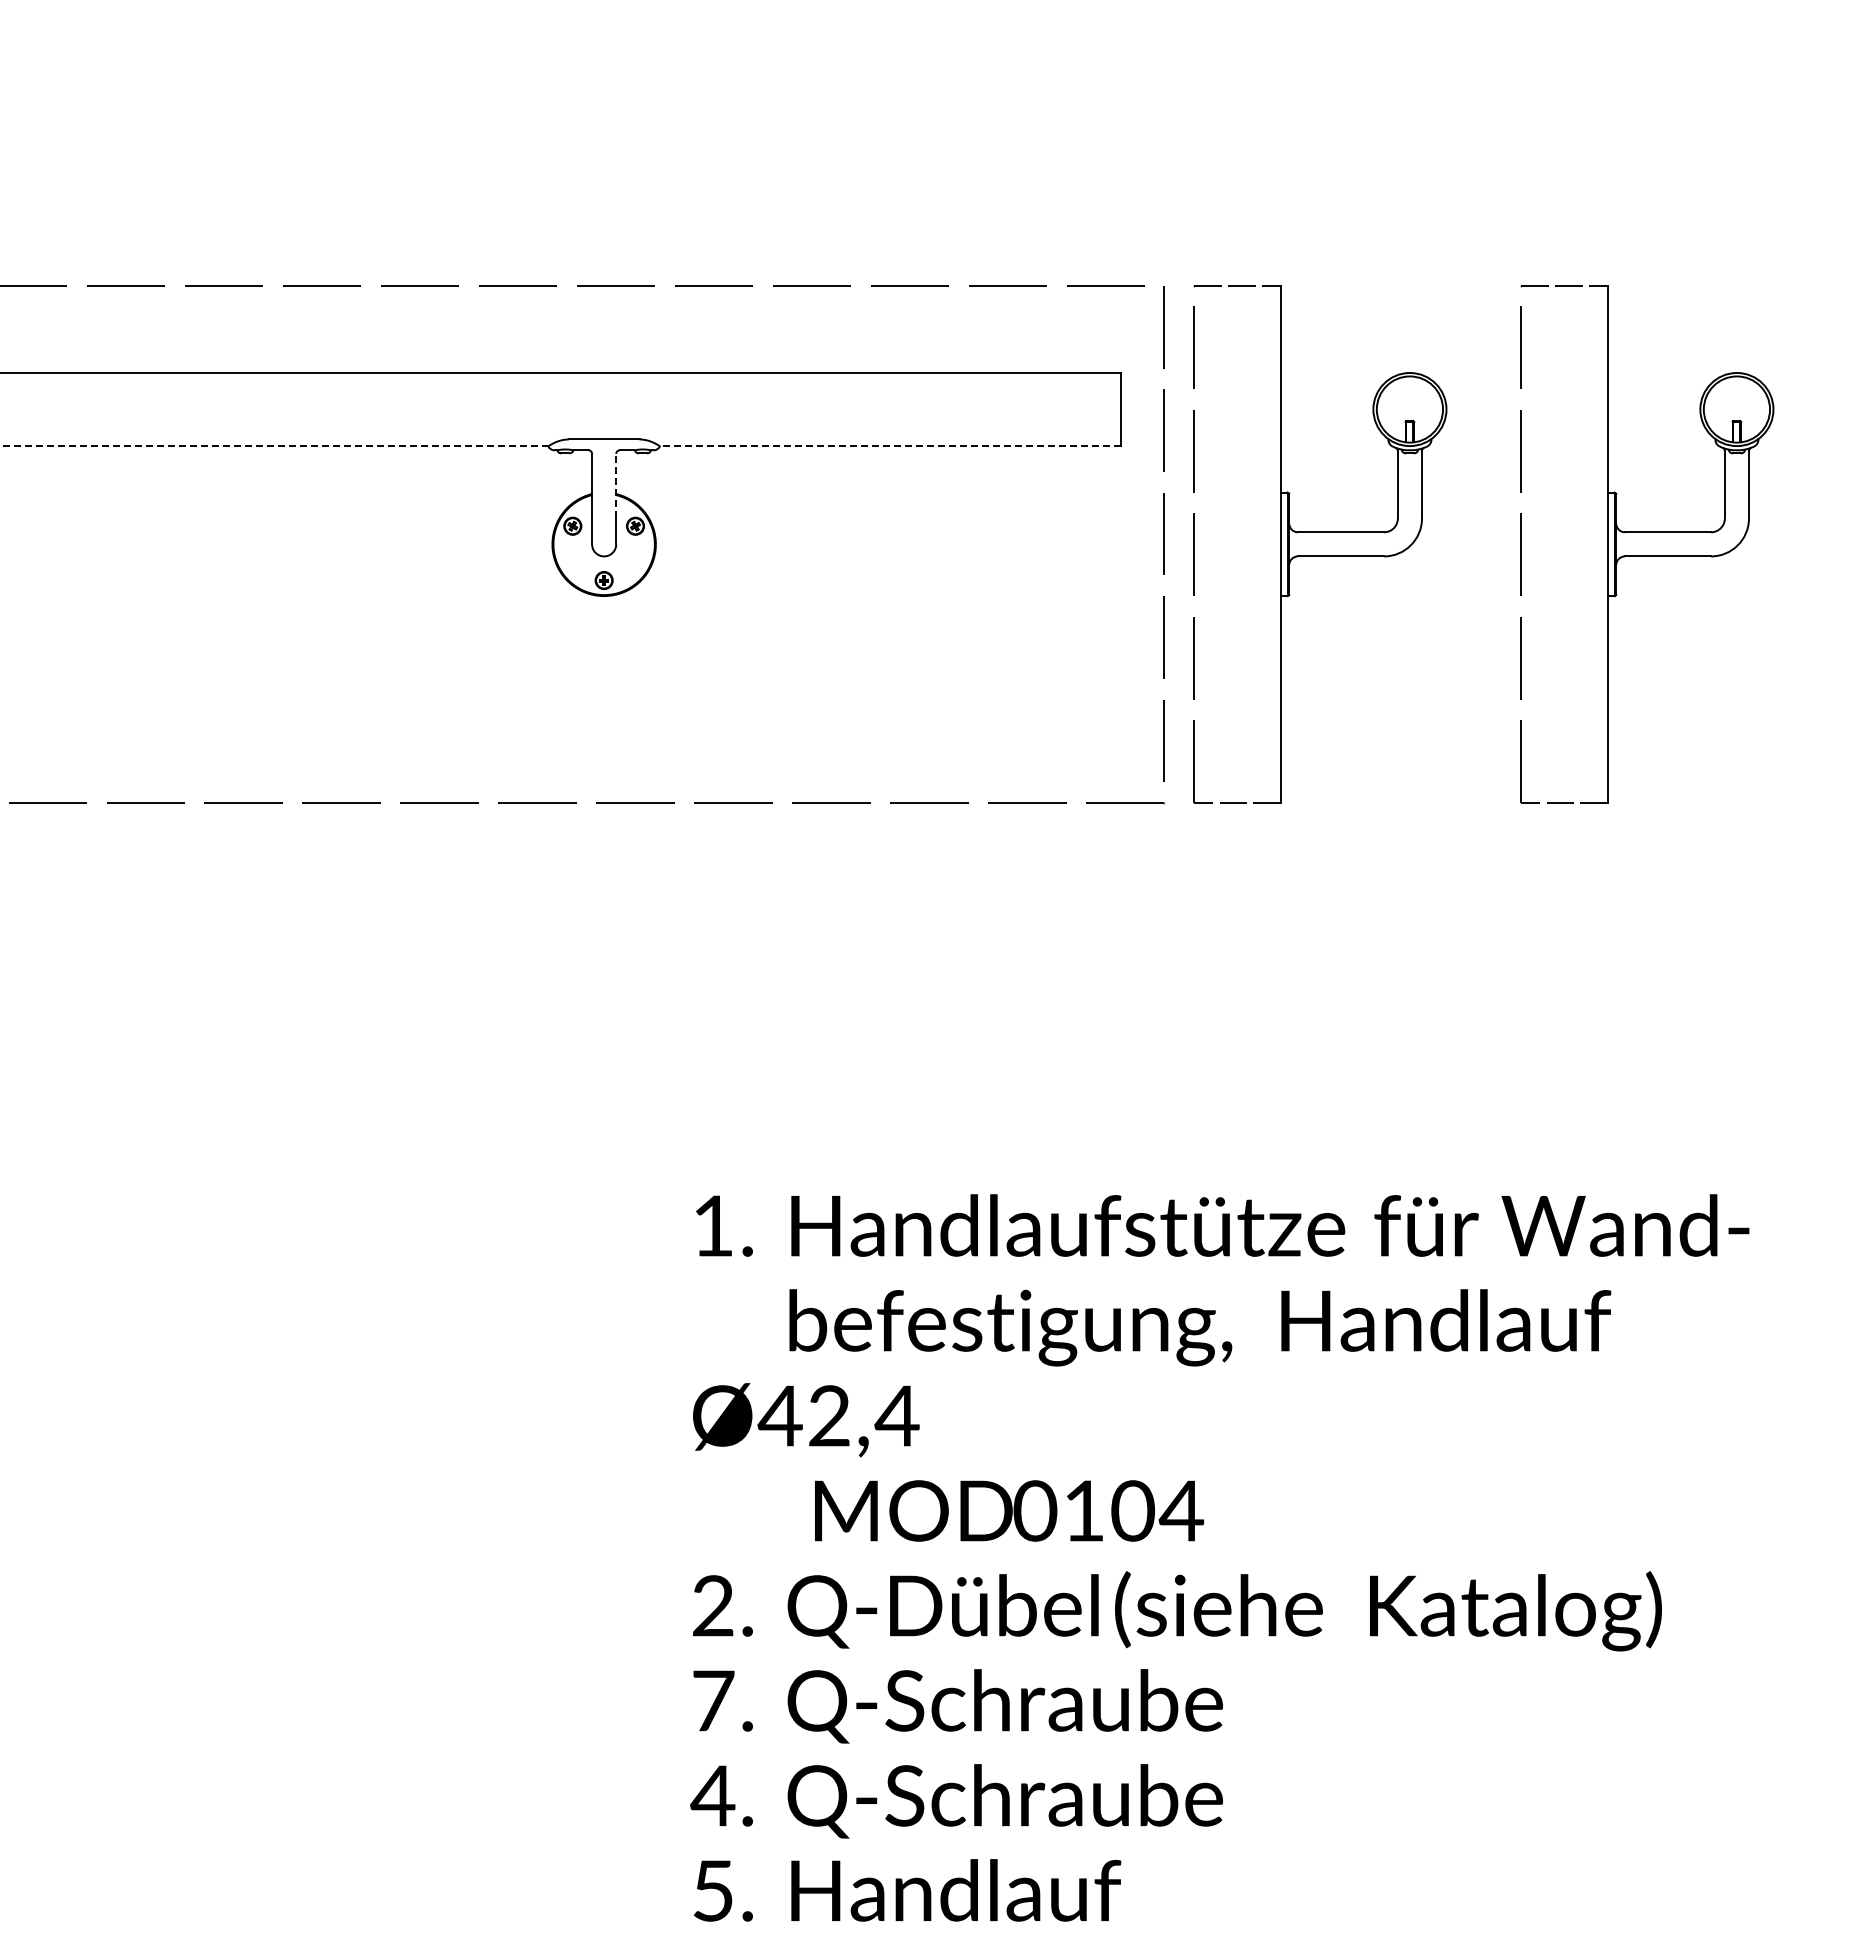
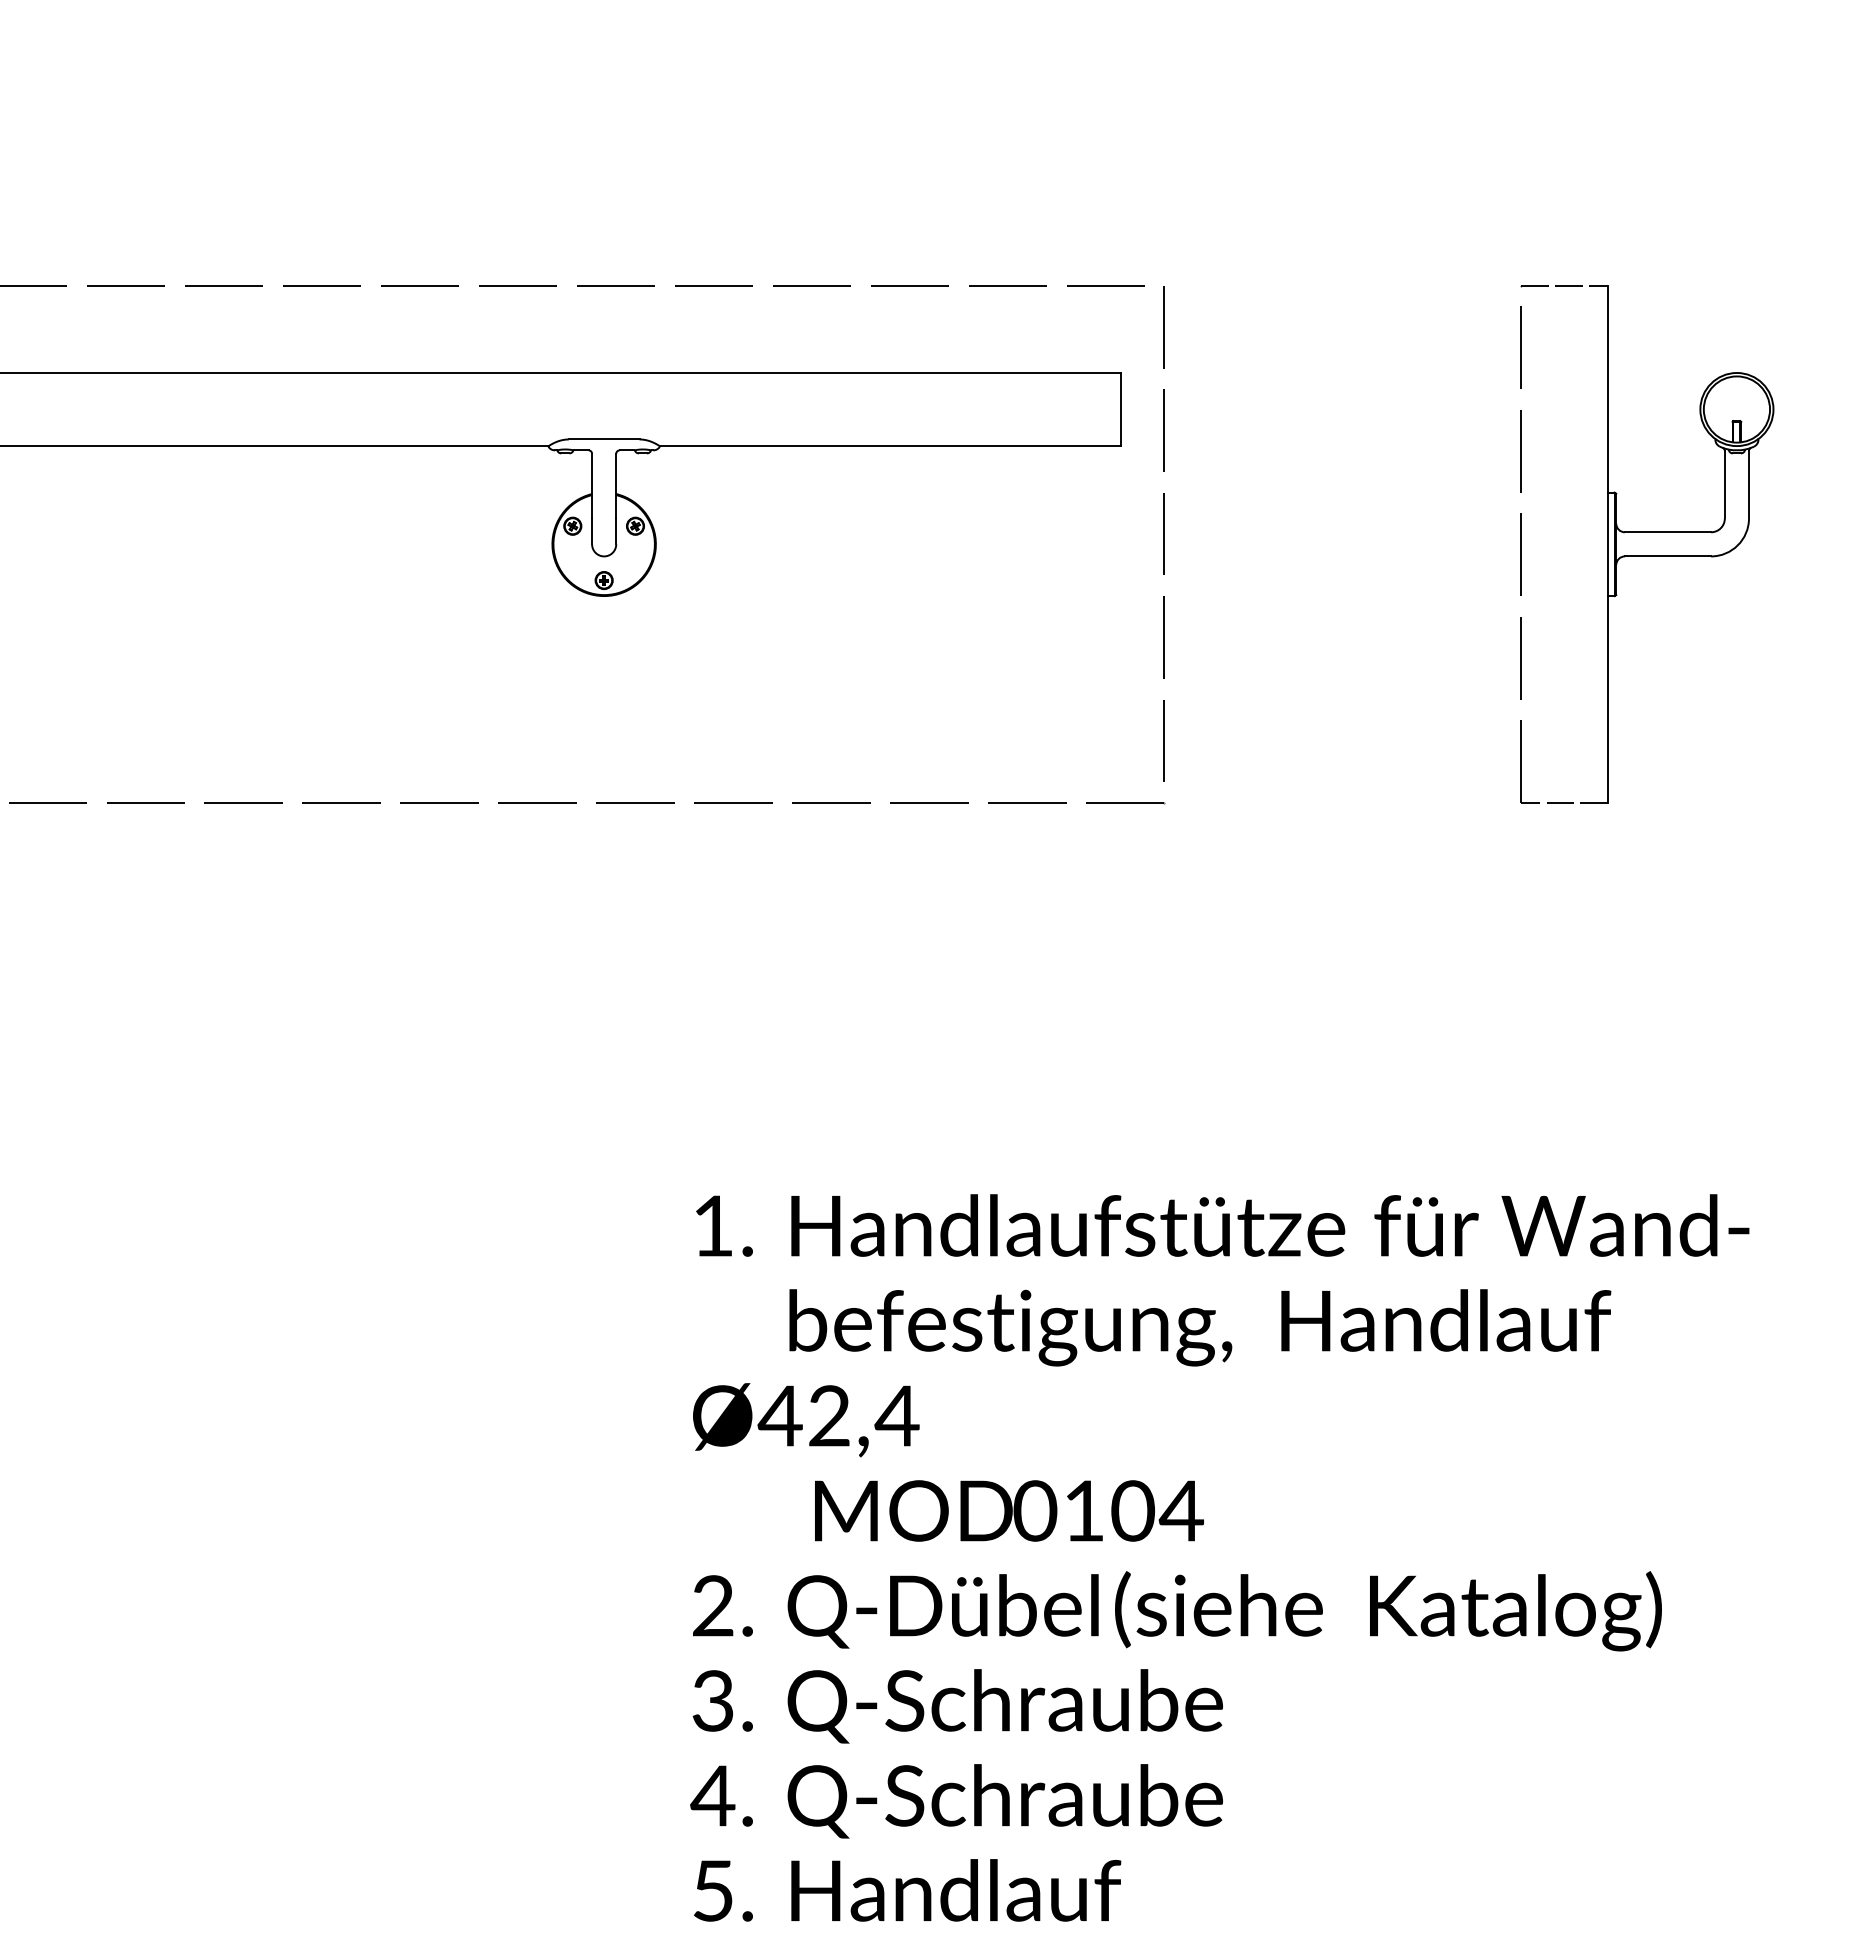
line at (273, 446): dashed -> solid
line at (890, 446): dashed -> solid
line at (616, 485): dashed -> solid
part at (1320, 544): present -> none
text at (713, 1700): 7. -> 3.
